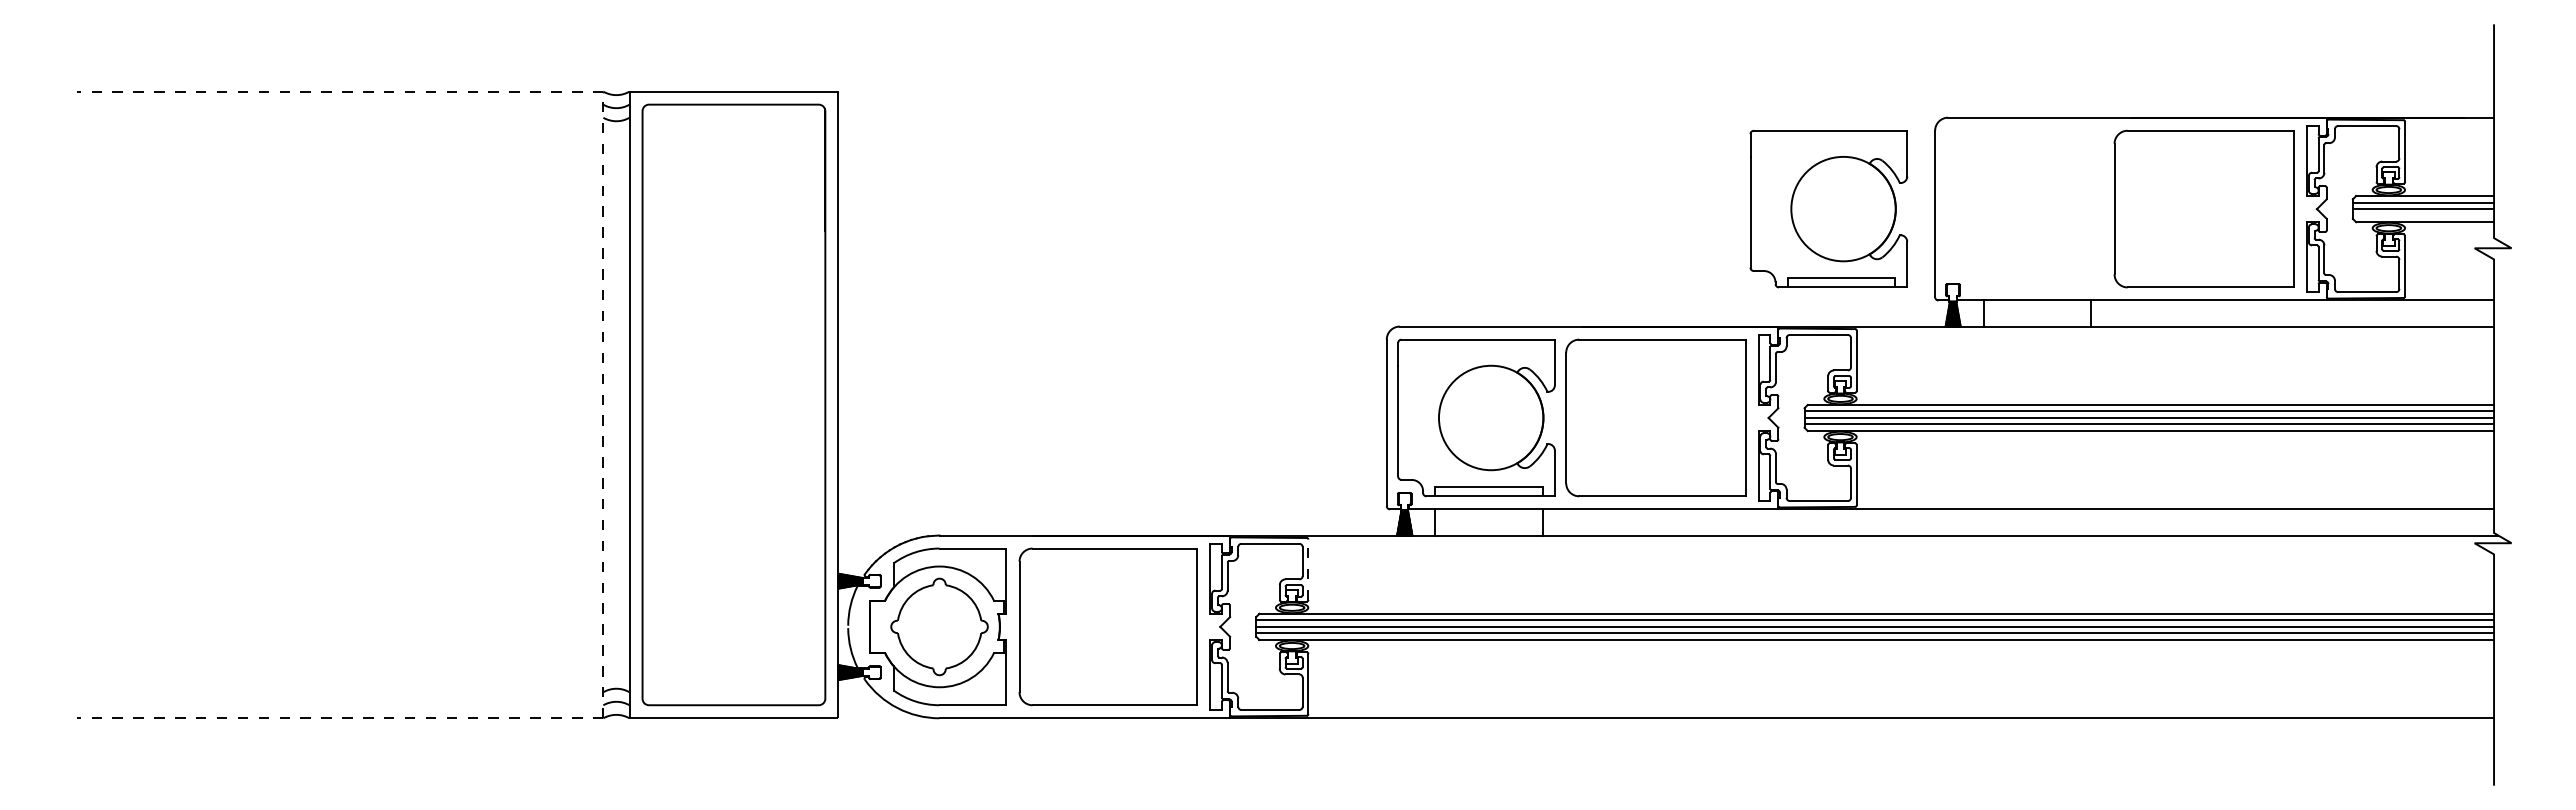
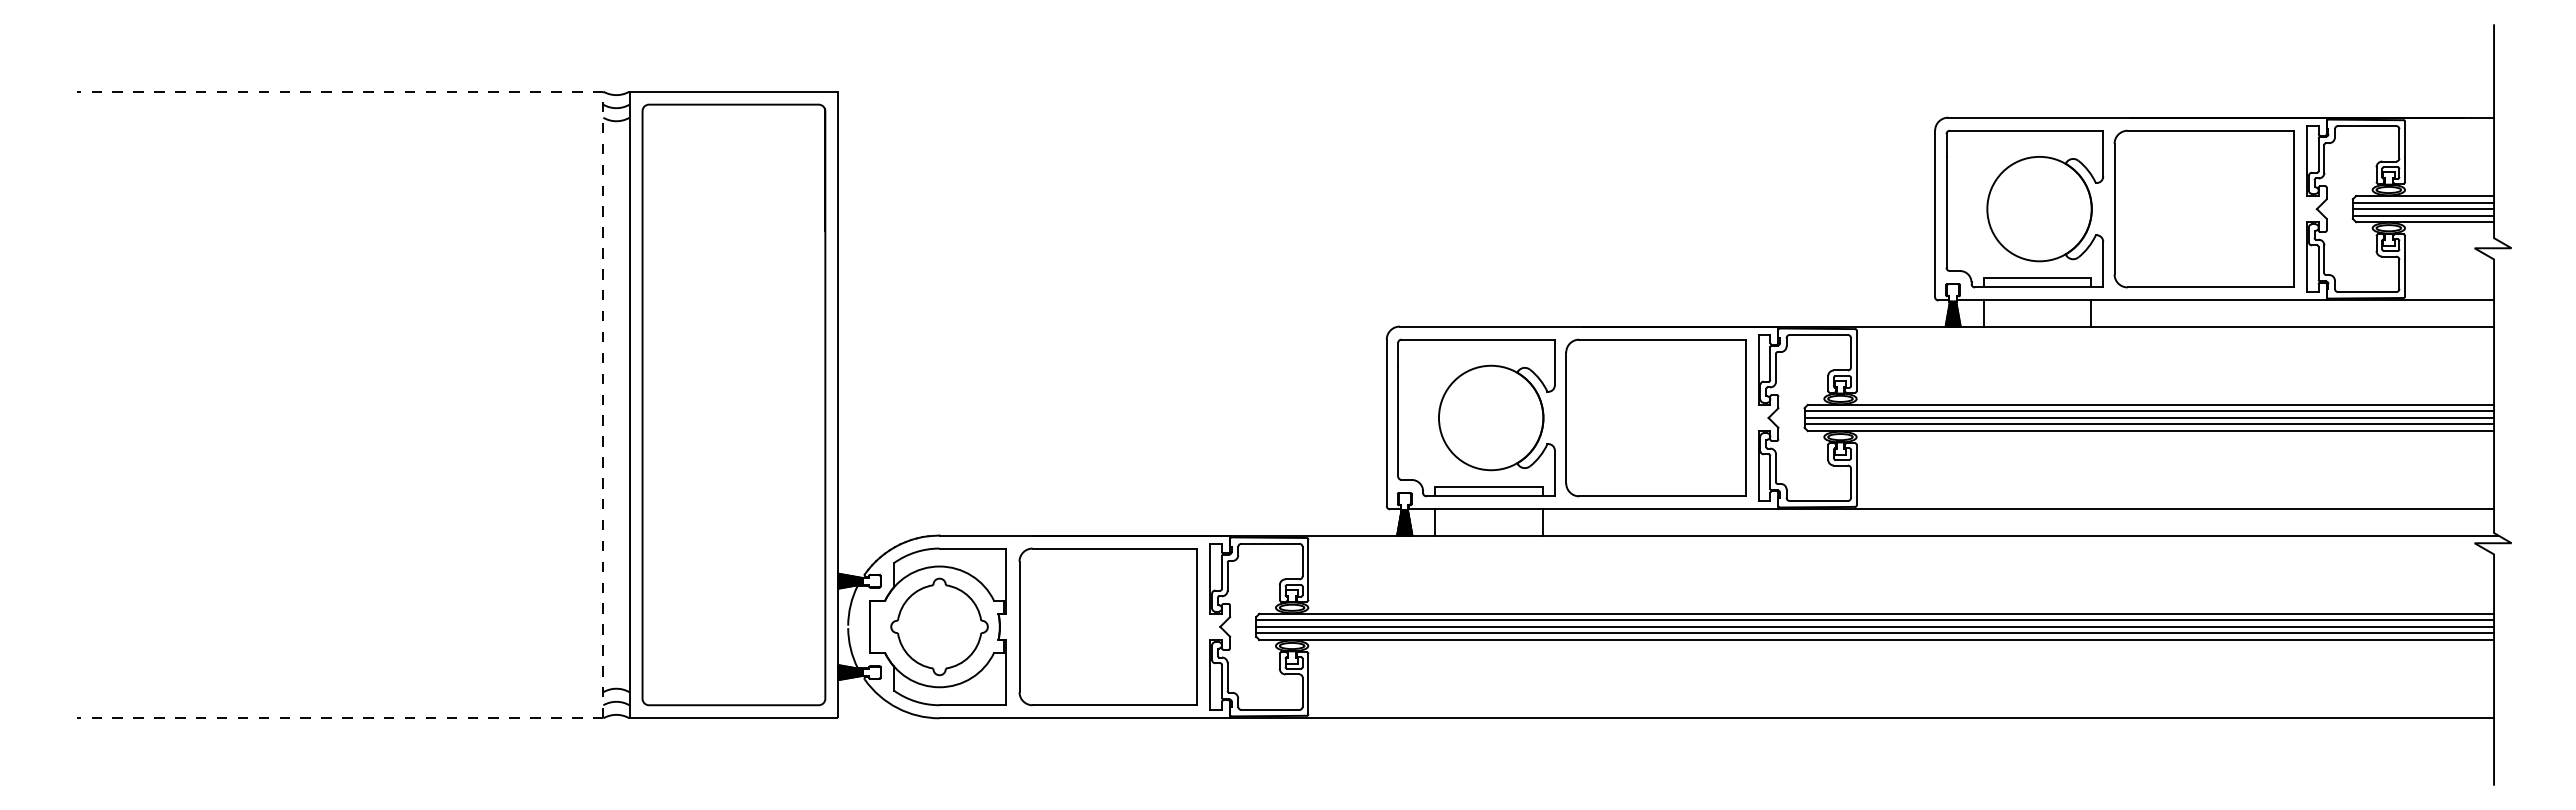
part at (1828, 208) position: (1828, 208) -> (2024, 208)
line at (2423, 215): none -> present
line at (1308, 569): dashed -> solid
